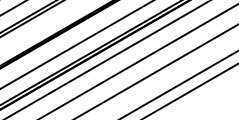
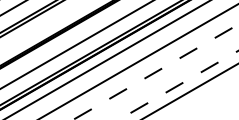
line at (155, 72): solid -> dashed
line at (178, 85): solid -> dashed
